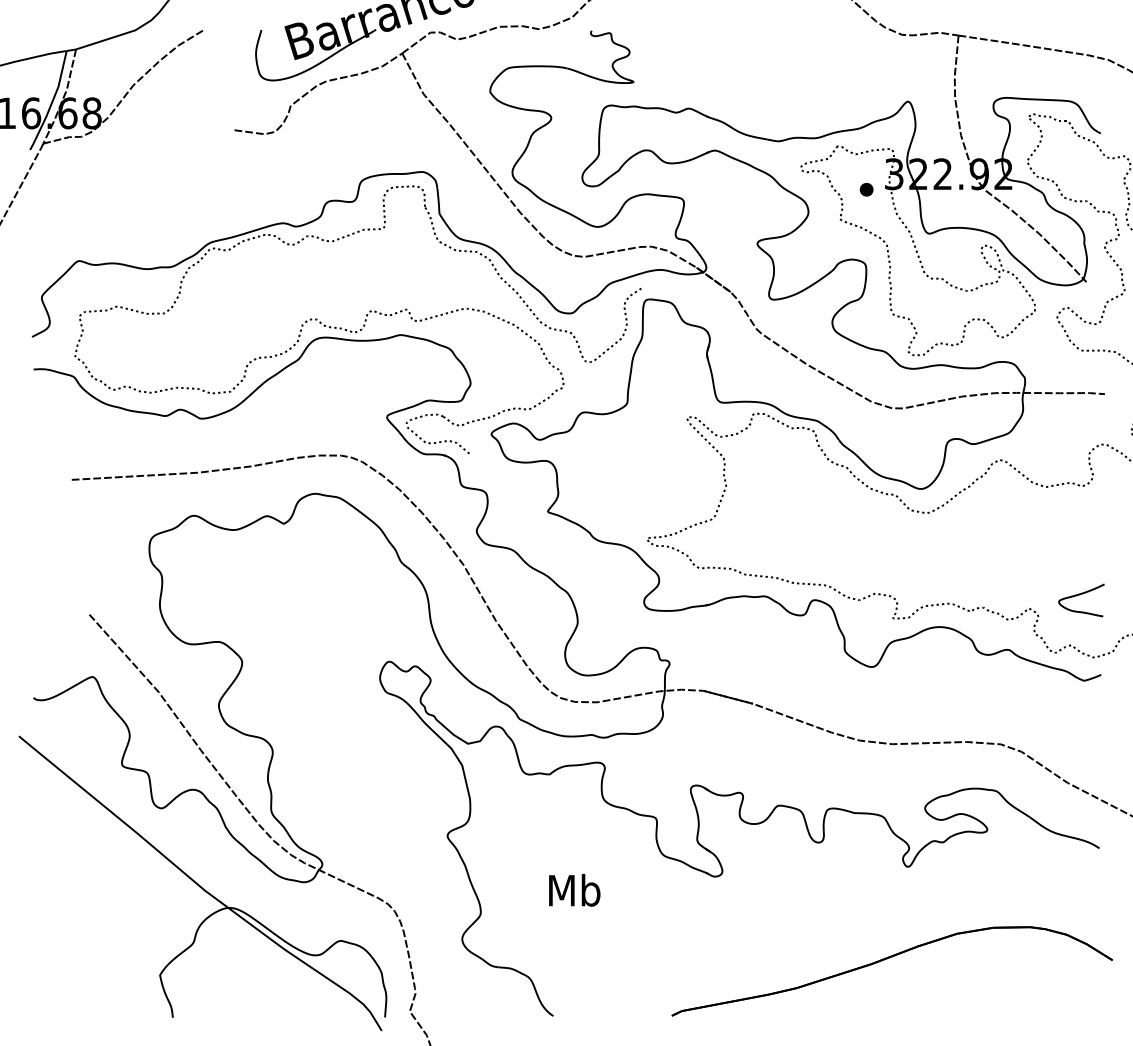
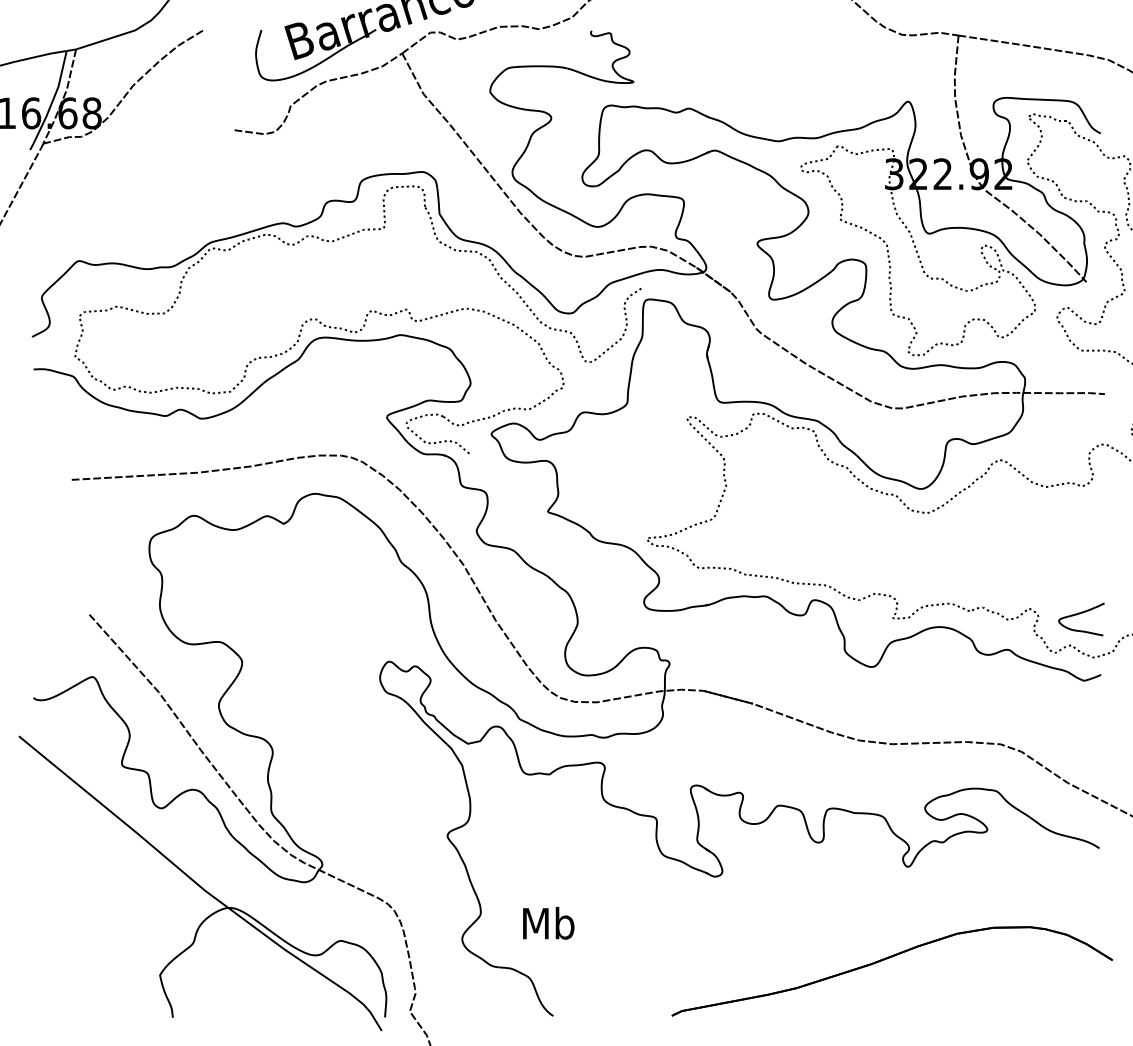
part at (866, 189): present -> none
curve at (1080, 595) position: (1080, 595) -> (1080, 614)
text at (574, 890) position: (574, 890) -> (548, 923)
